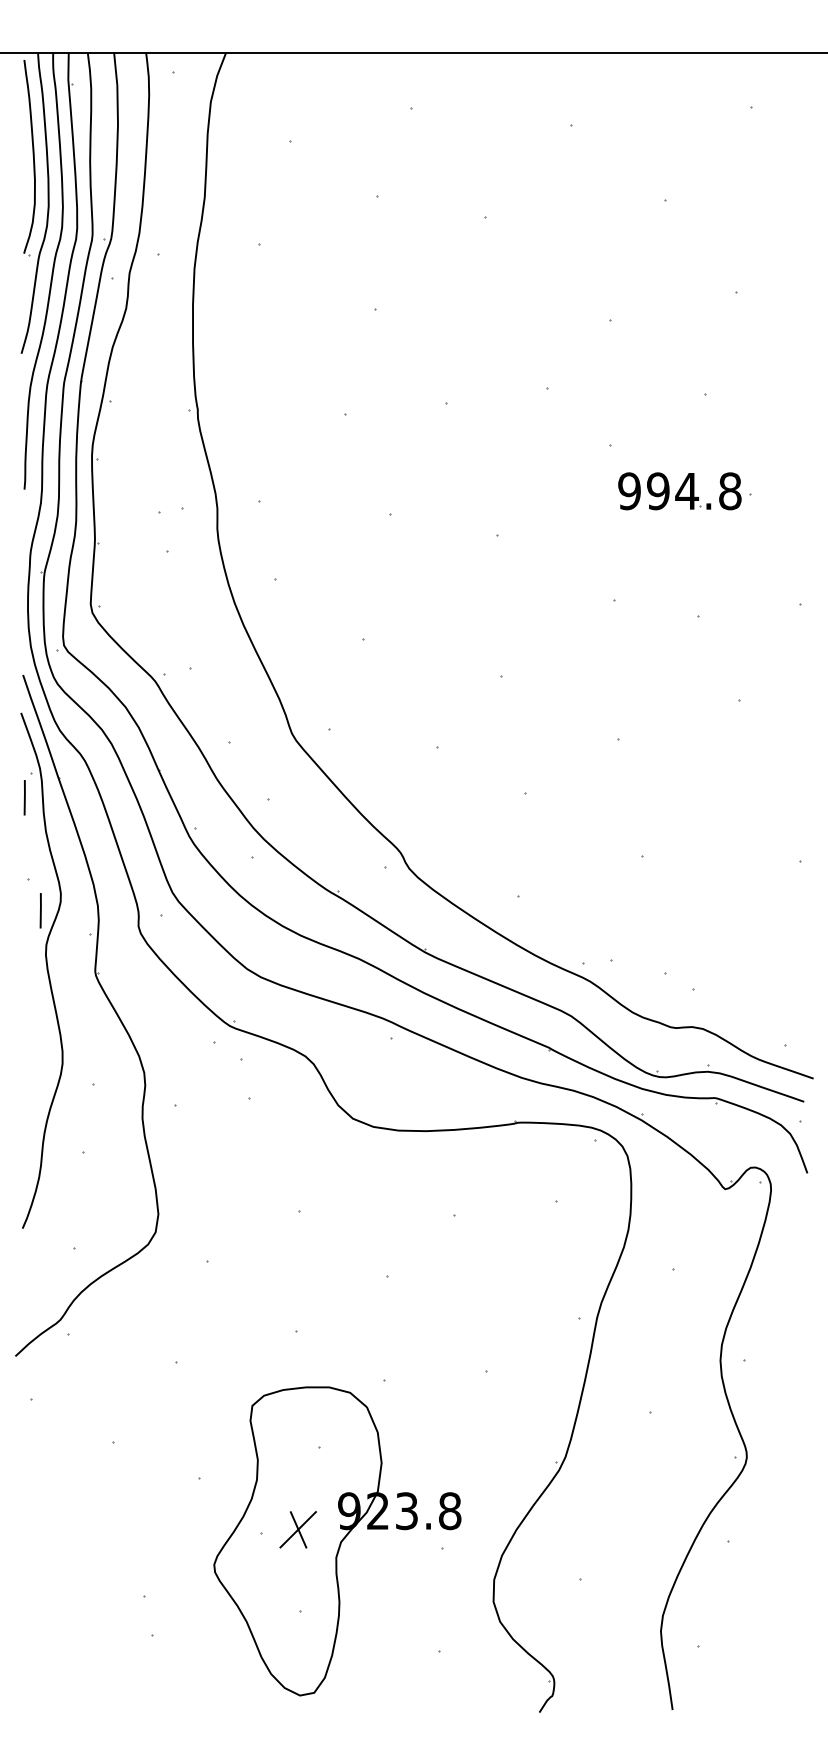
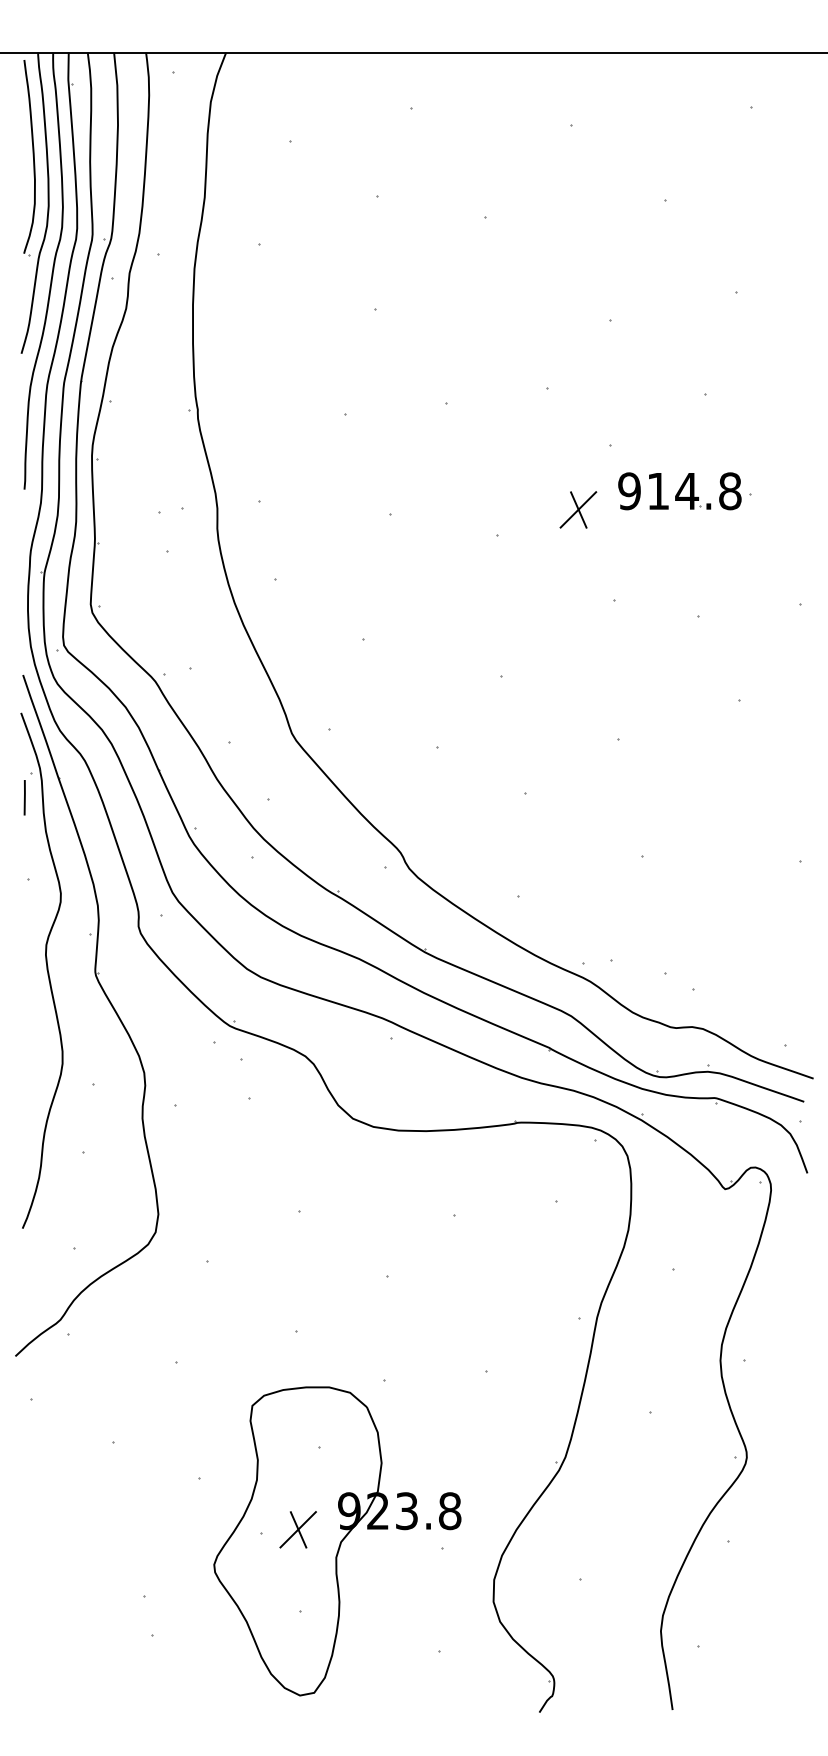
text at (658, 491): 994.8 -> 914.8
part at (578, 509): none -> present
line at (40, 910): present -> none
